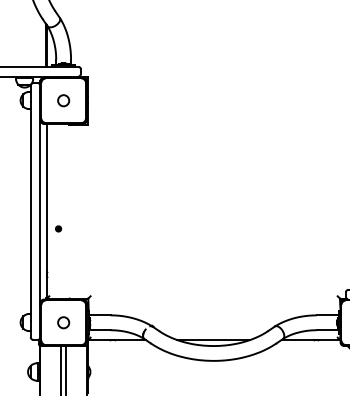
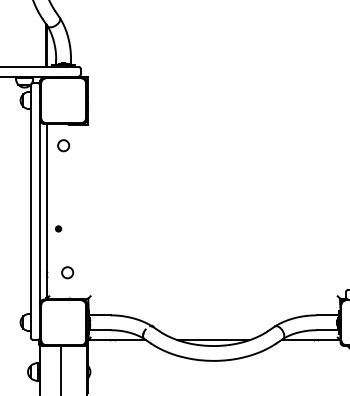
circle at (63, 100) position: (63, 100) -> (63, 145)
circle at (63, 322) position: (63, 322) -> (67, 272)
line at (65, 369): present -> none
